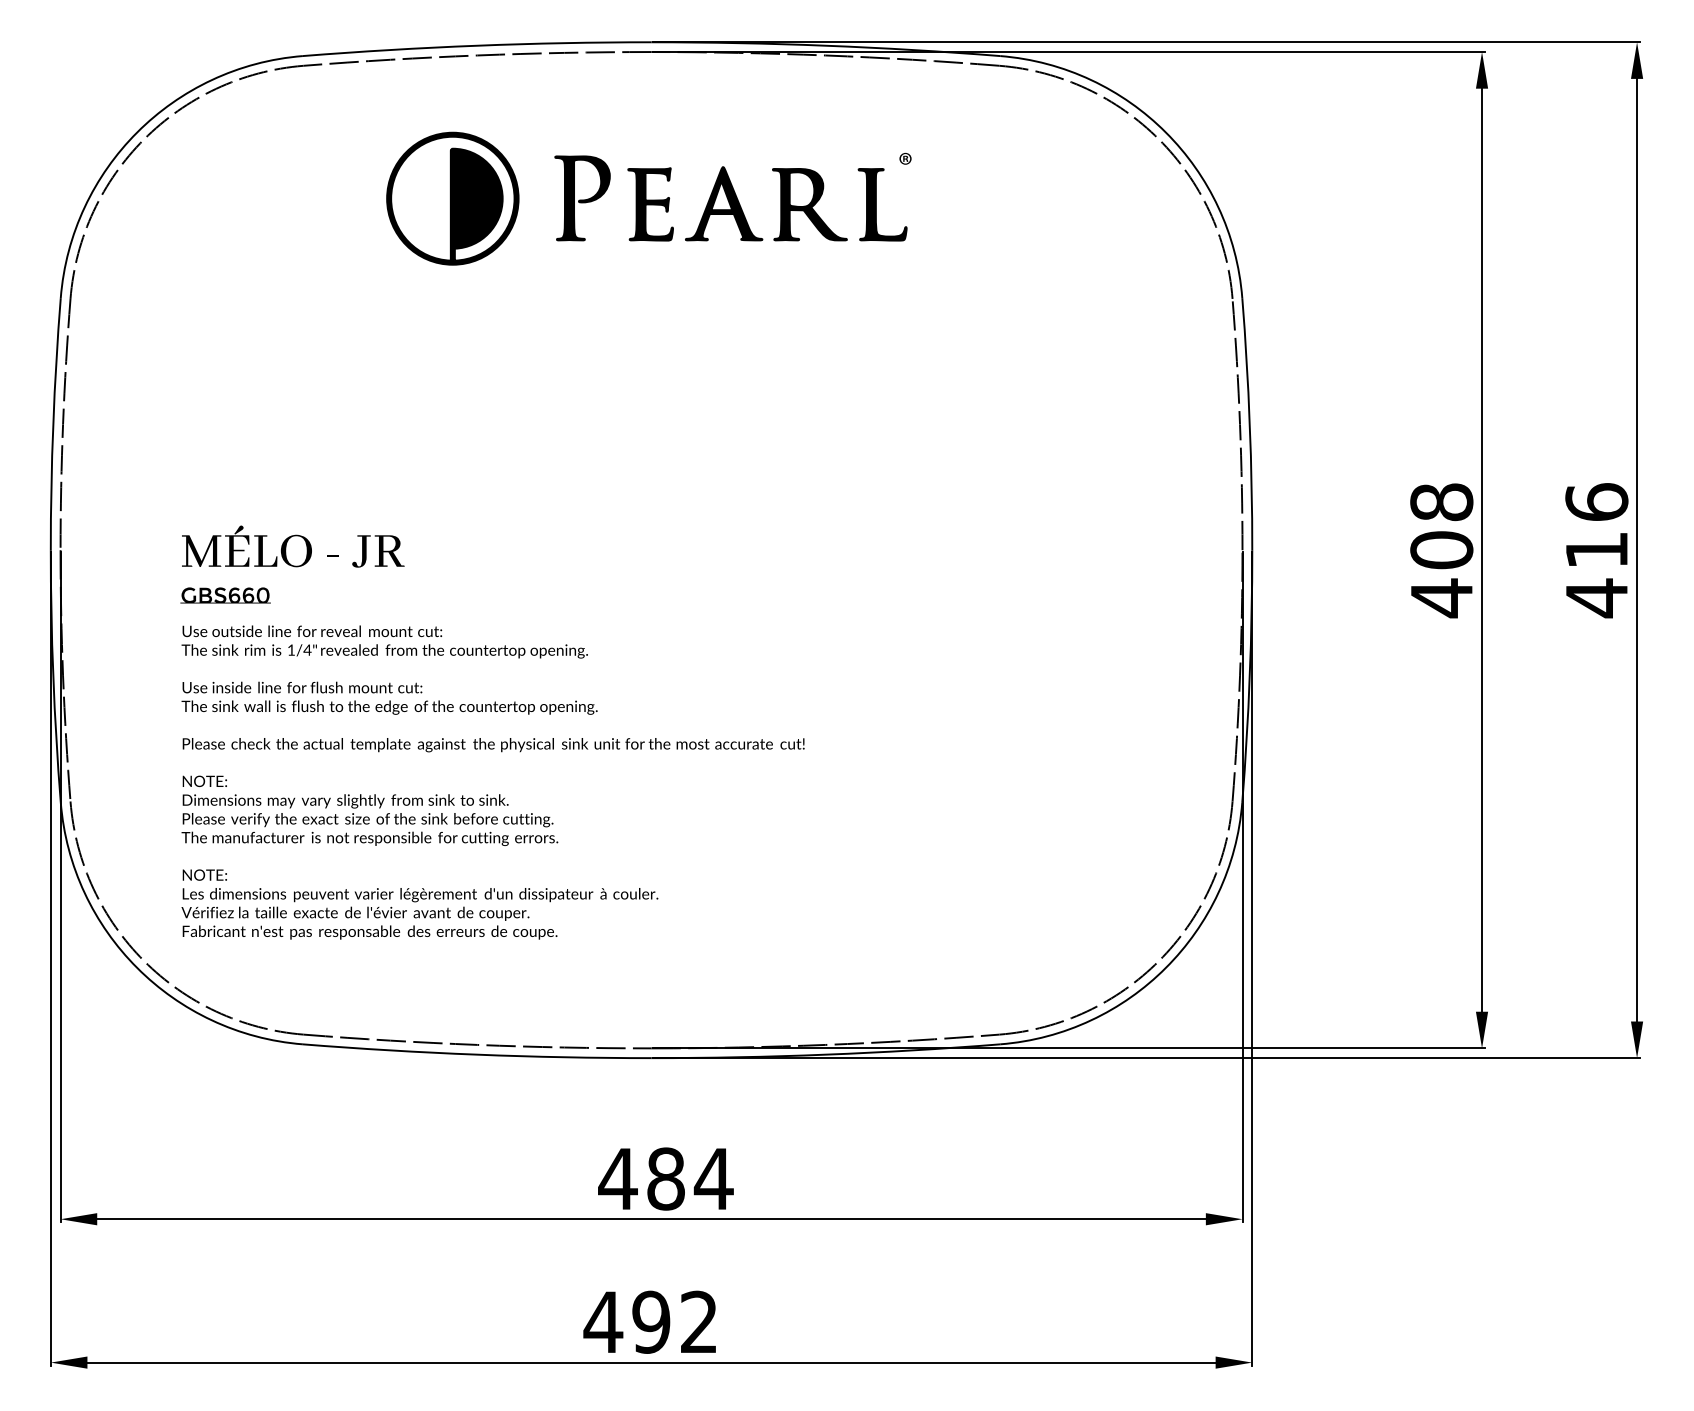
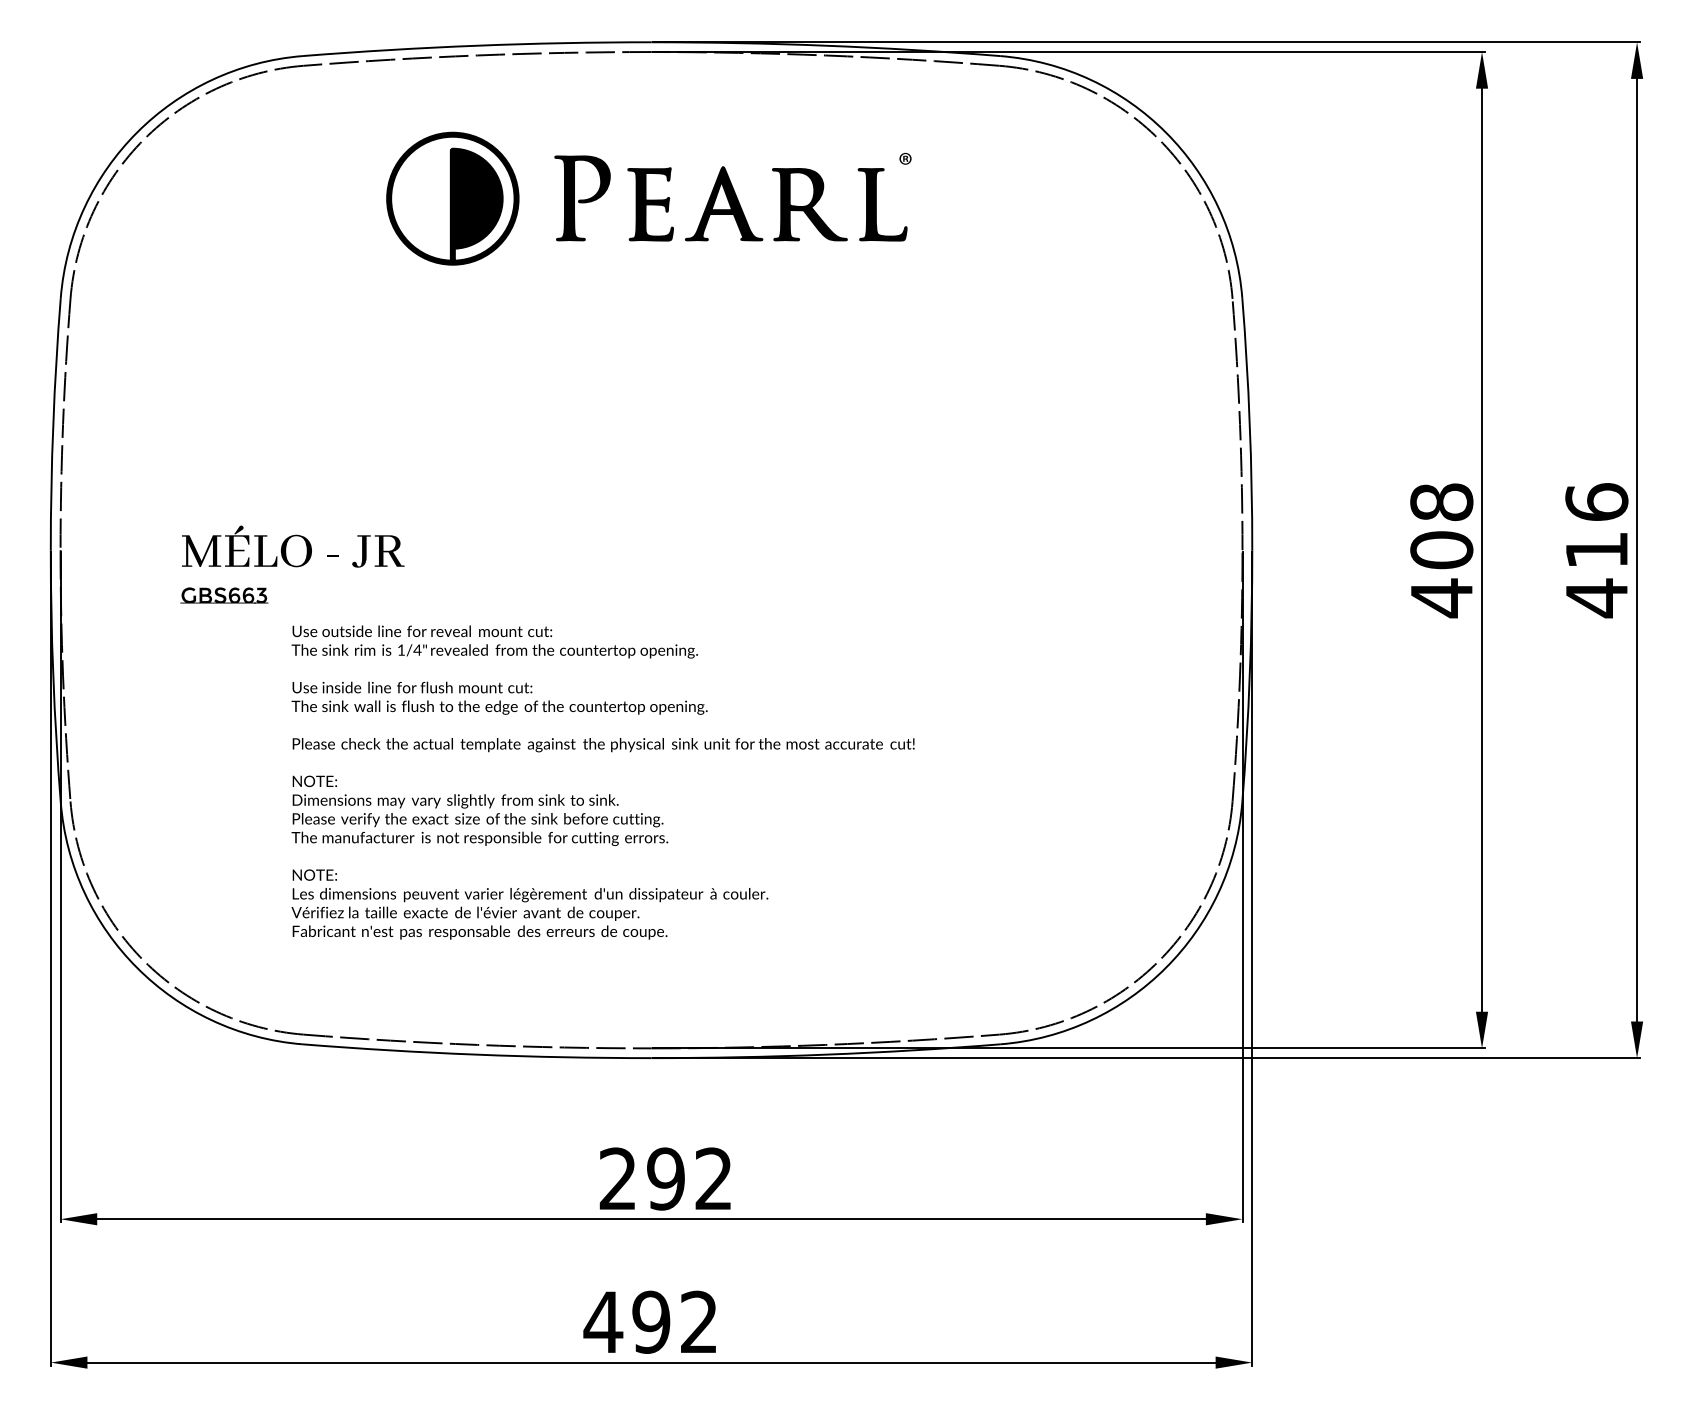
text at (262, 595): GBS660 -> GBS663
text at (492, 782) position: (492, 782) -> (602, 782)
text at (665, 1178): 484 -> 292
